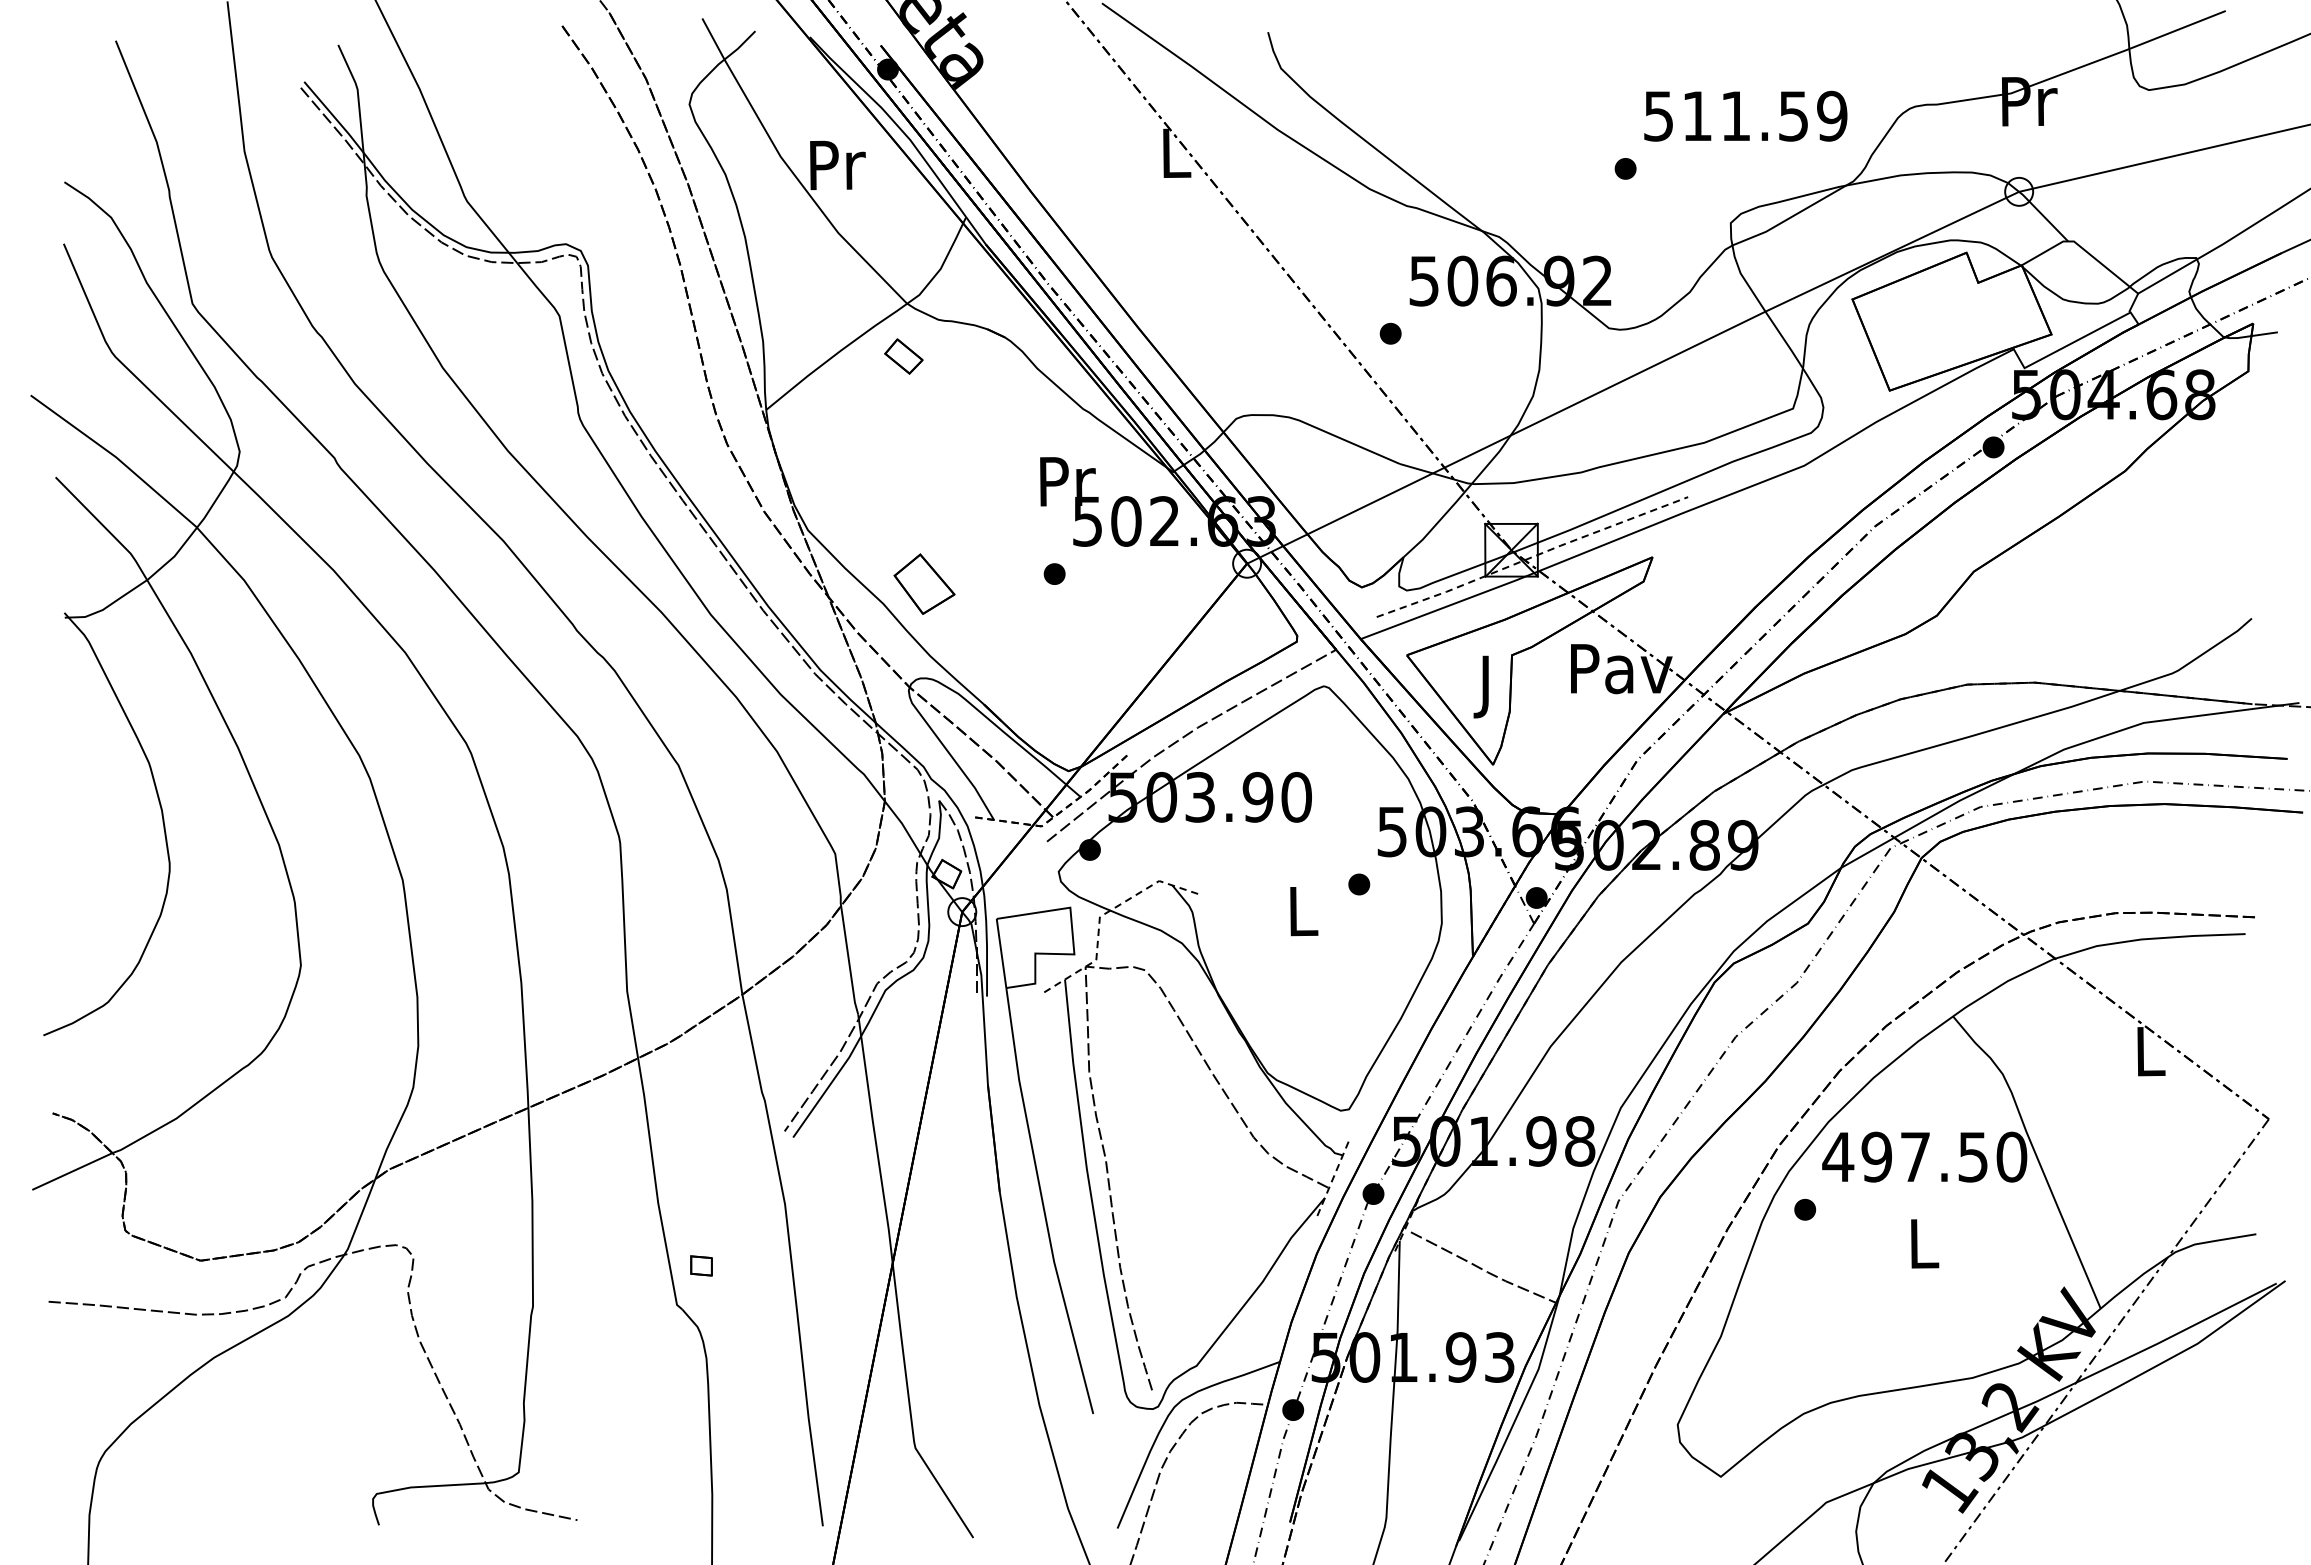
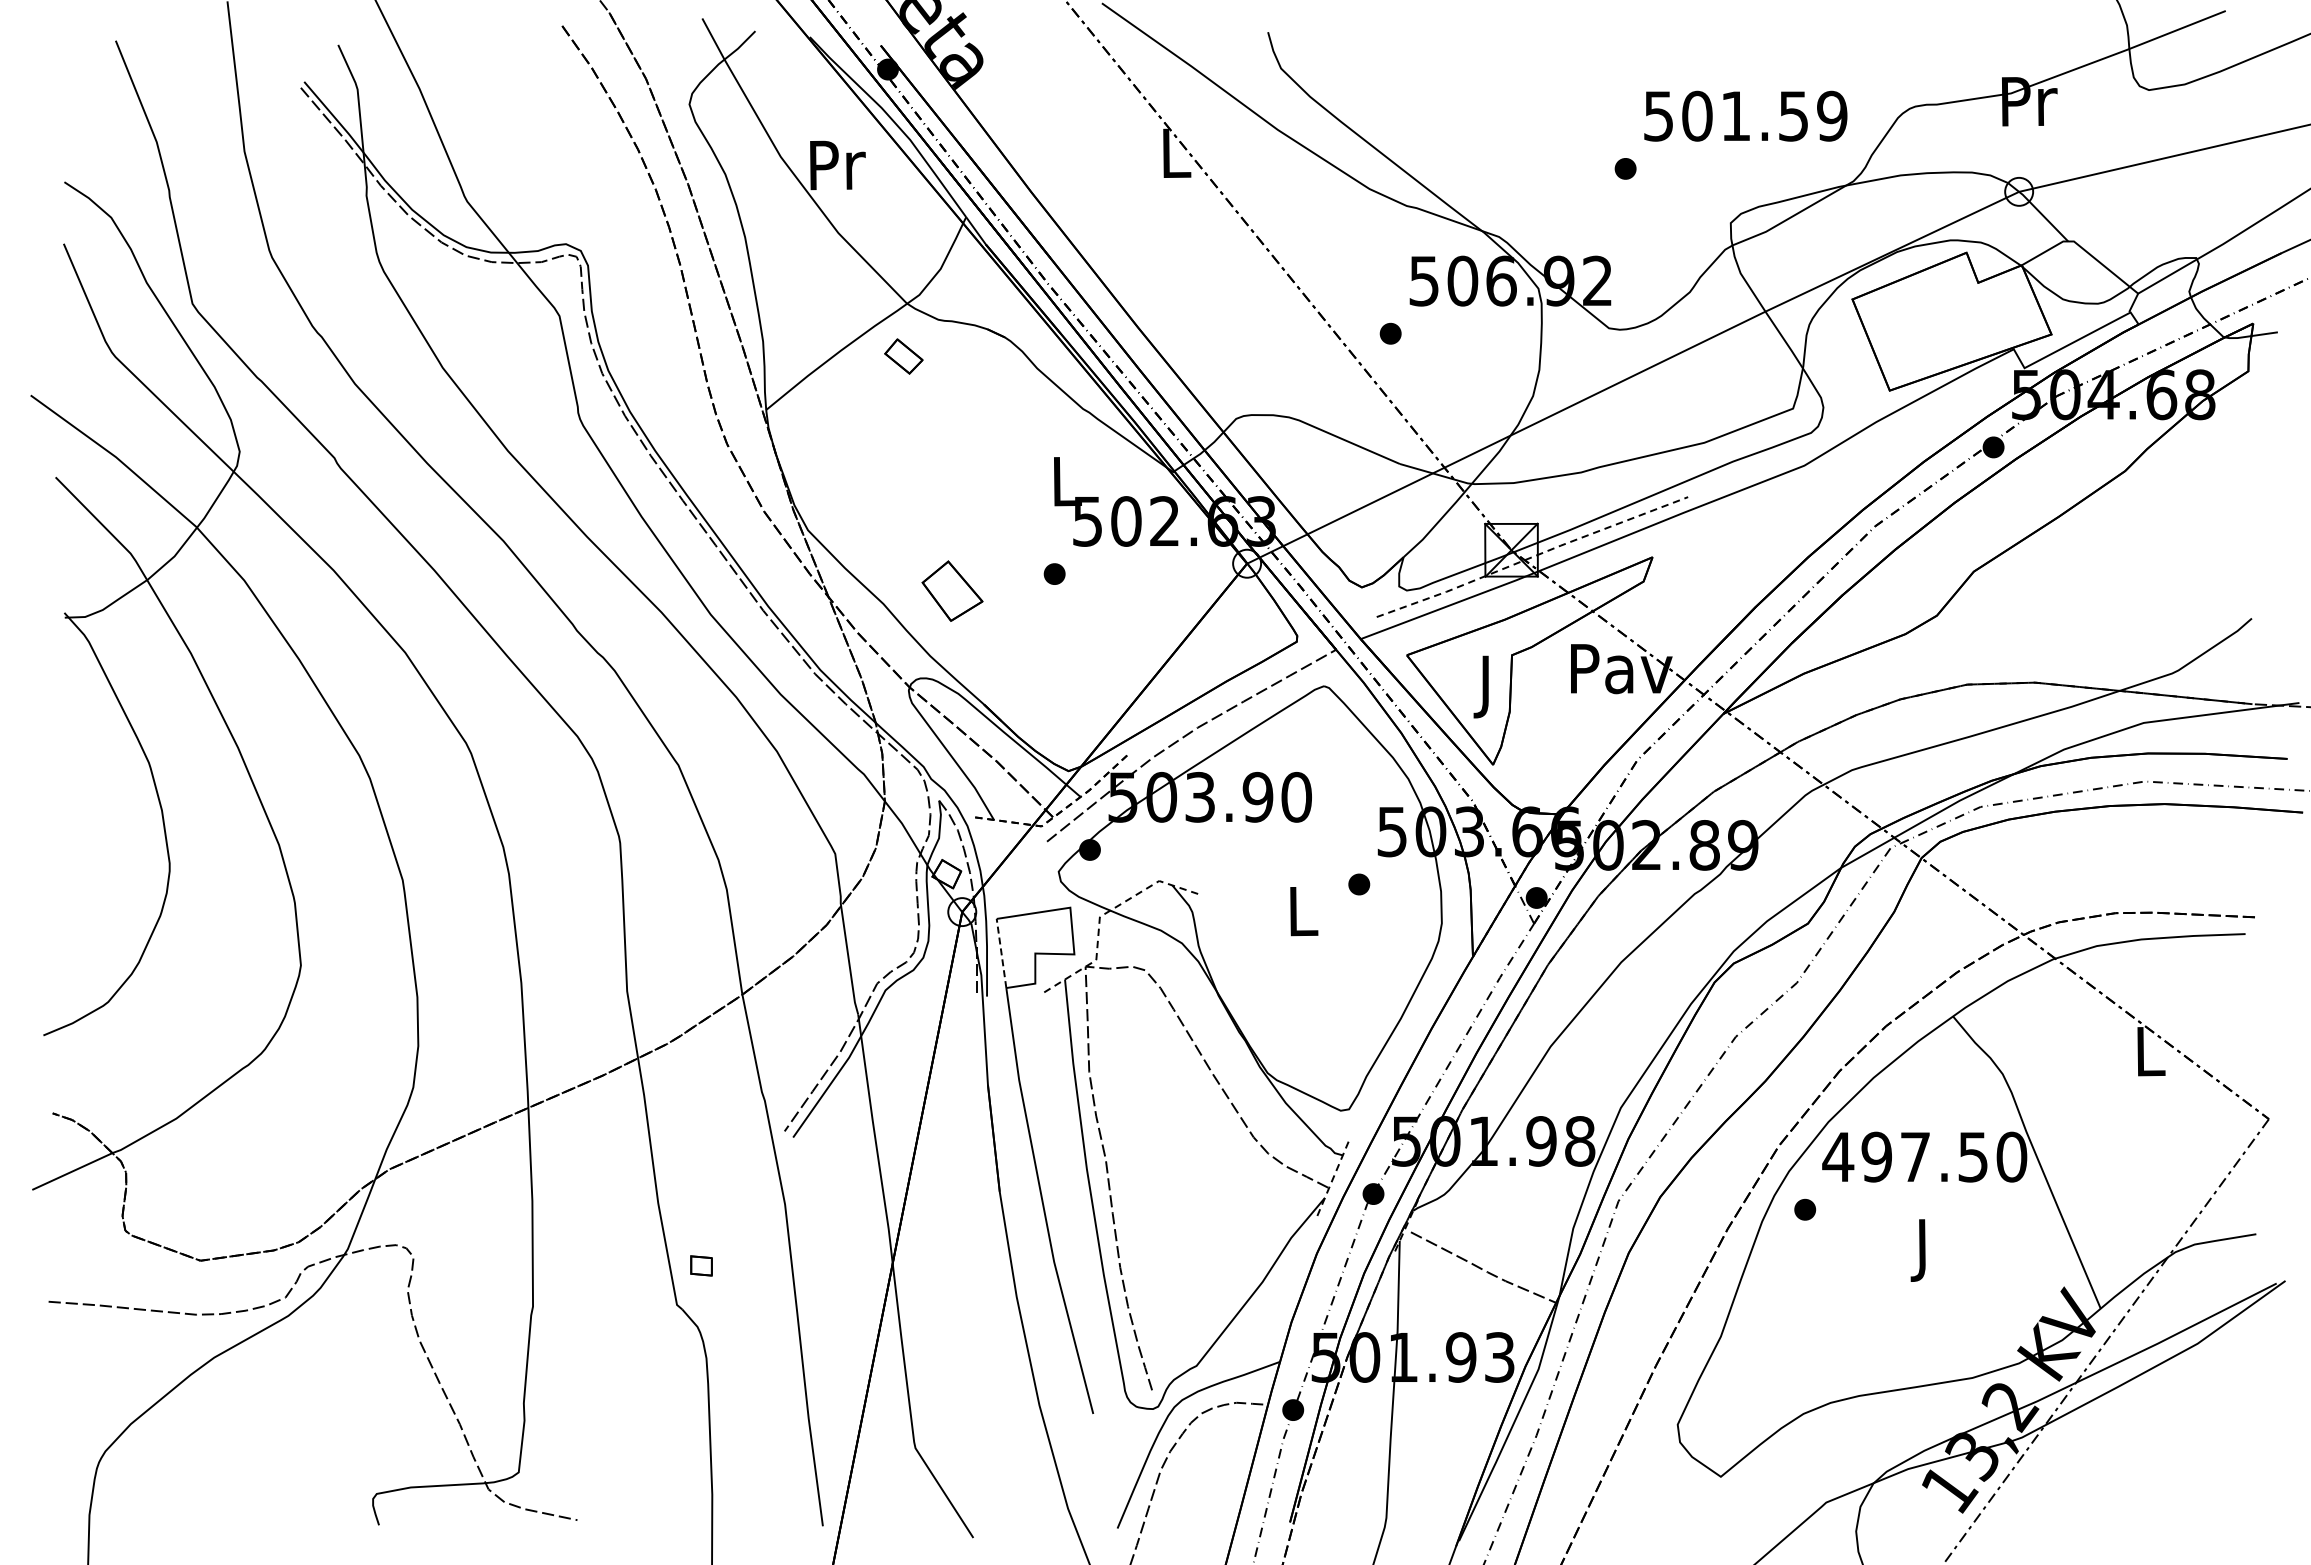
text at (1697, 115): 511.59 -> 501.59
text at (1067, 481): Pr -> L
part at (924, 583) position: (924, 583) -> (952, 590)
line at (1001, 953): solid -> dashed
text at (1924, 1250): L -> J
